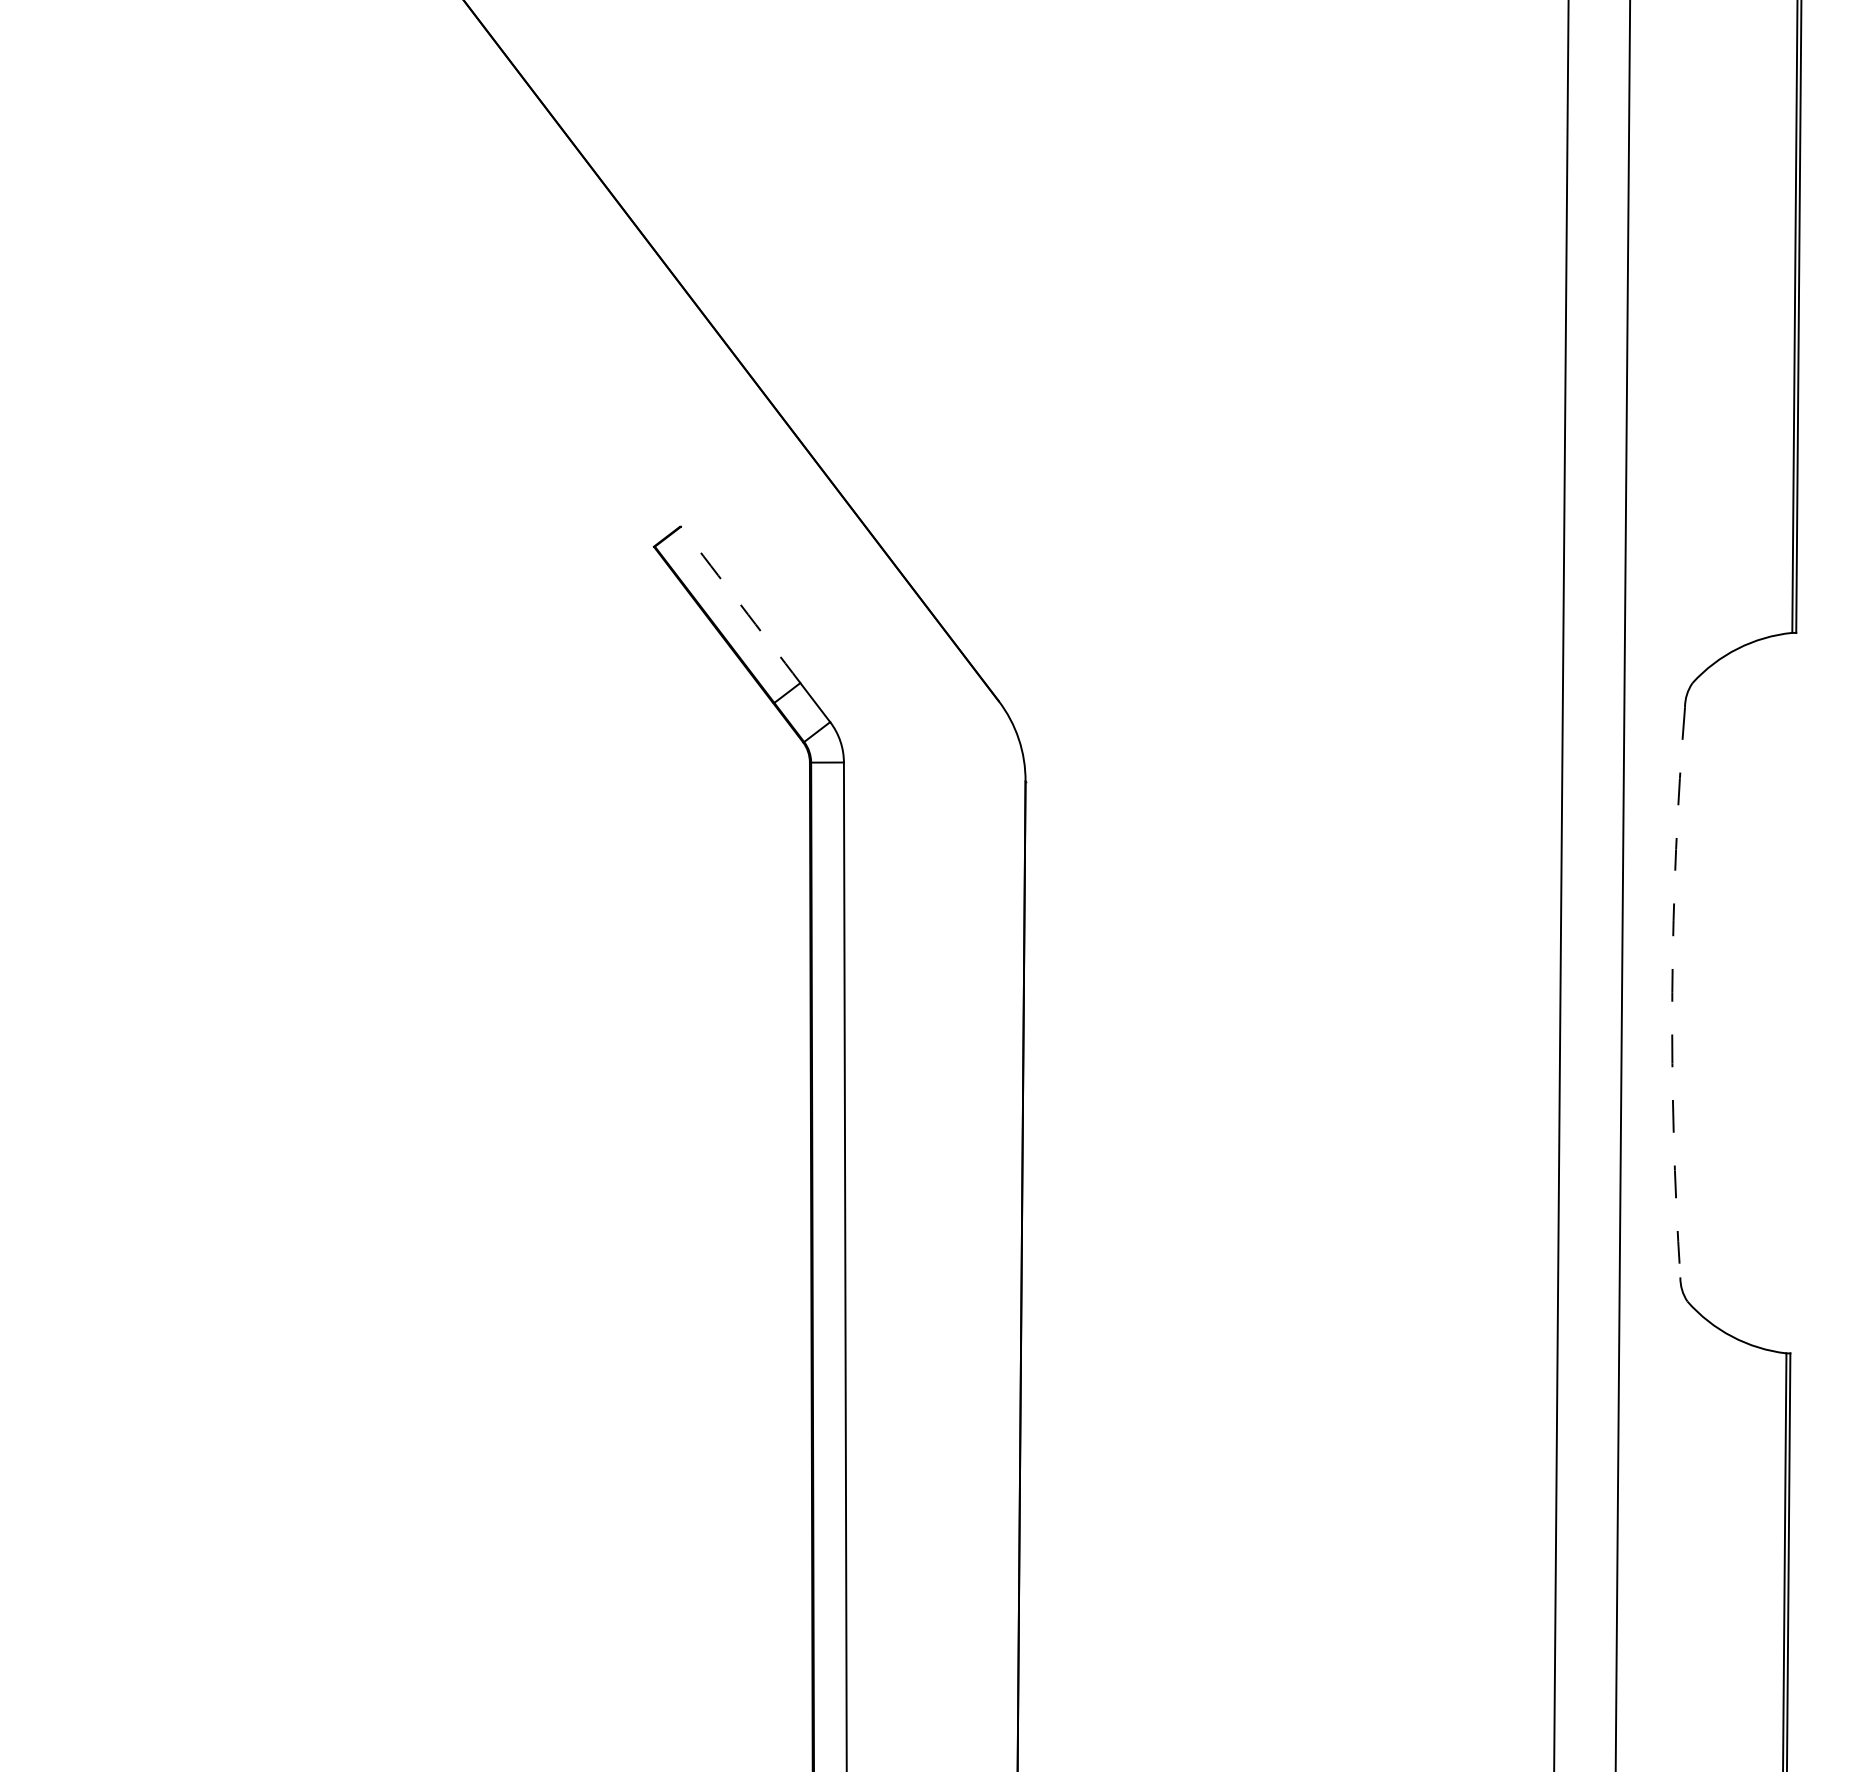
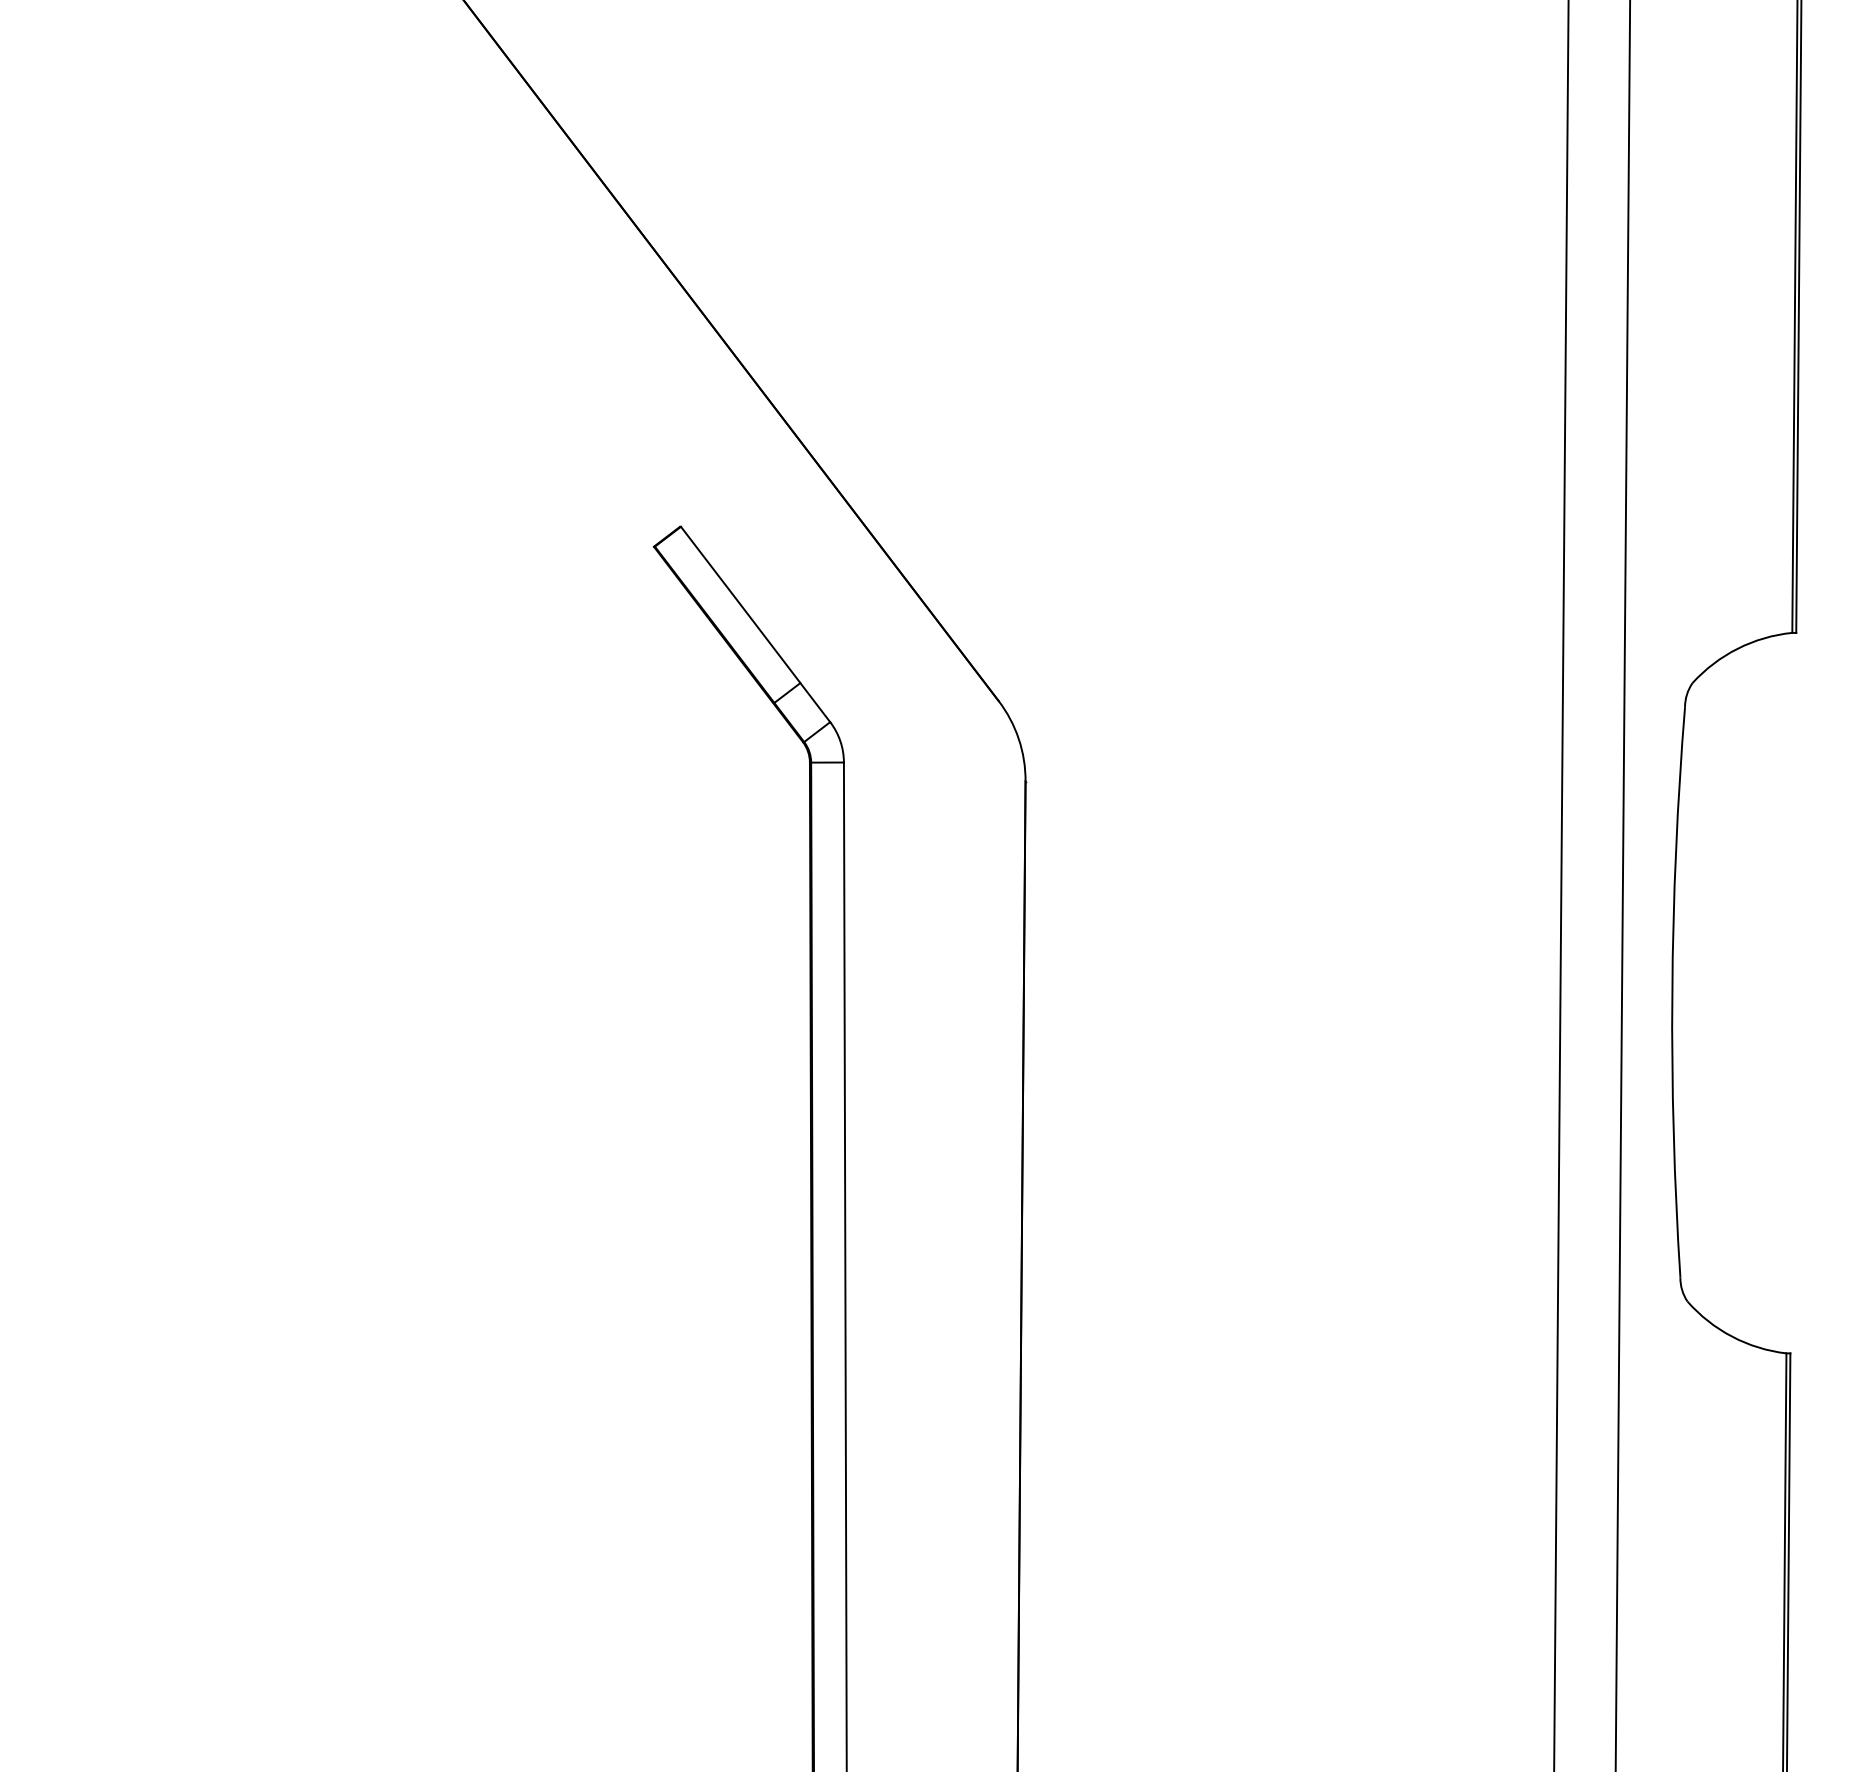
arc at (740, 604): dashed -> solid
arc at (1672, 992): dashed -> solid
